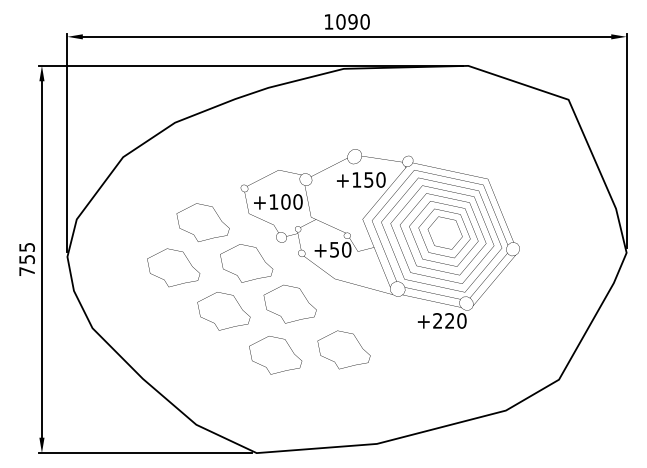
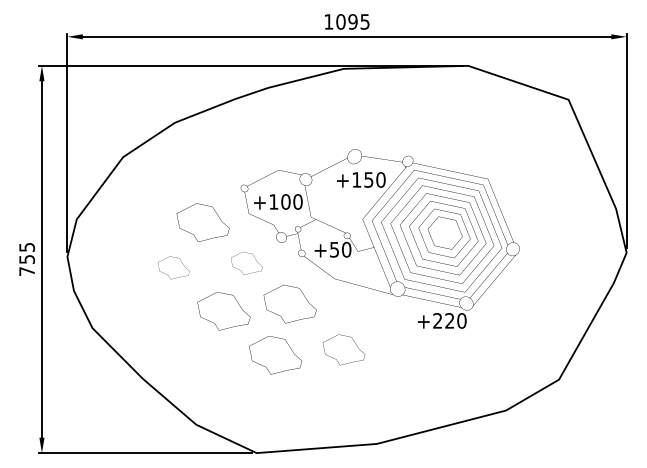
text at (364, 21): 1090 -> 1095
part at (246, 263) size: 54x39 px -> 32x23 px
part at (173, 267) size: 54x40 px -> 32x24 px
part at (343, 349) size: 54x40 px -> 43x32 px
